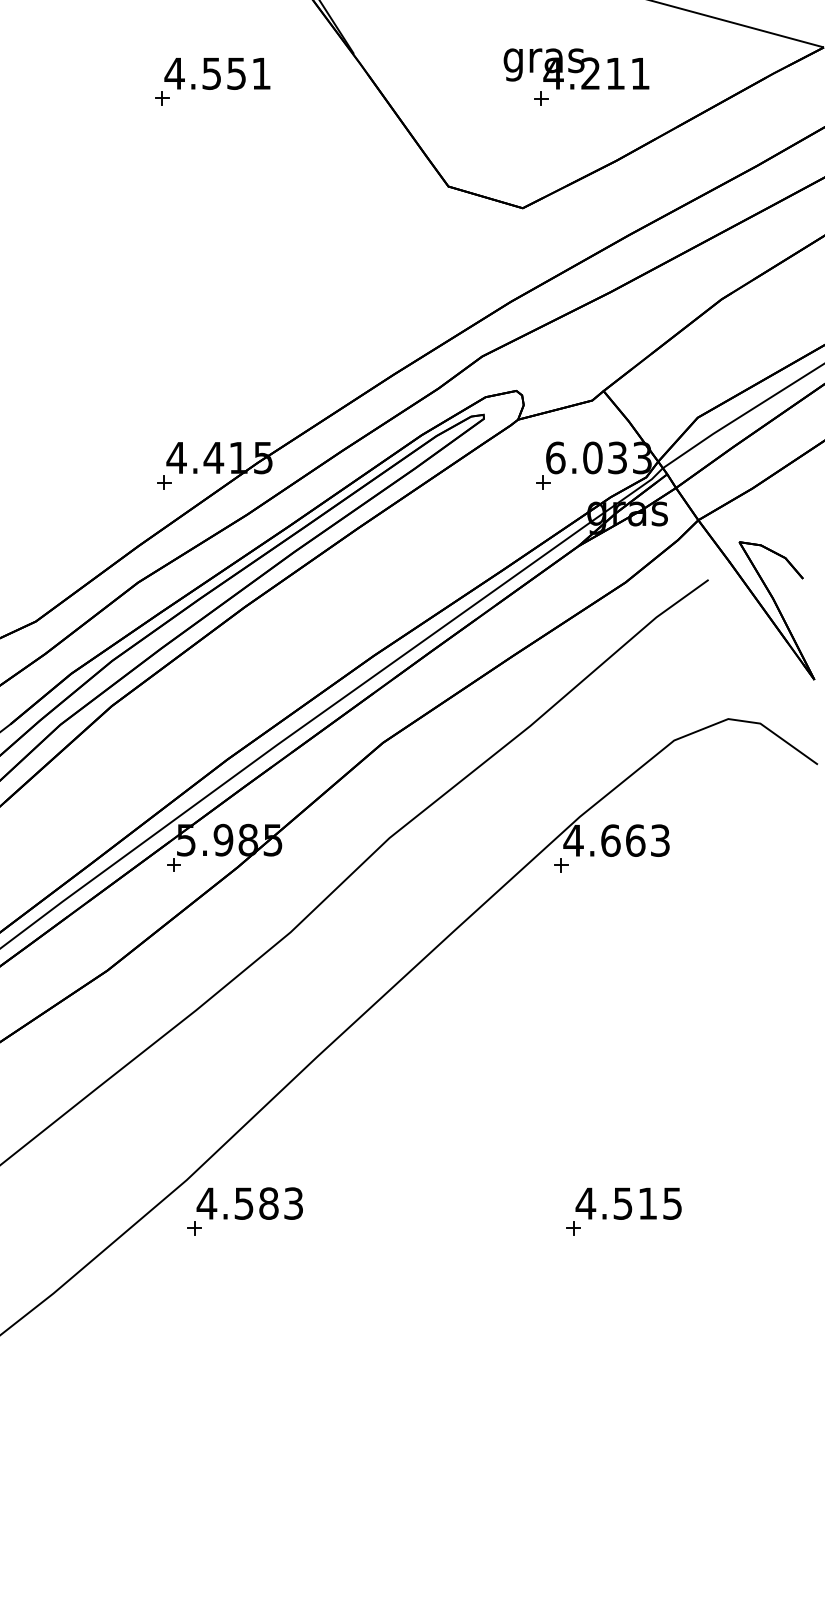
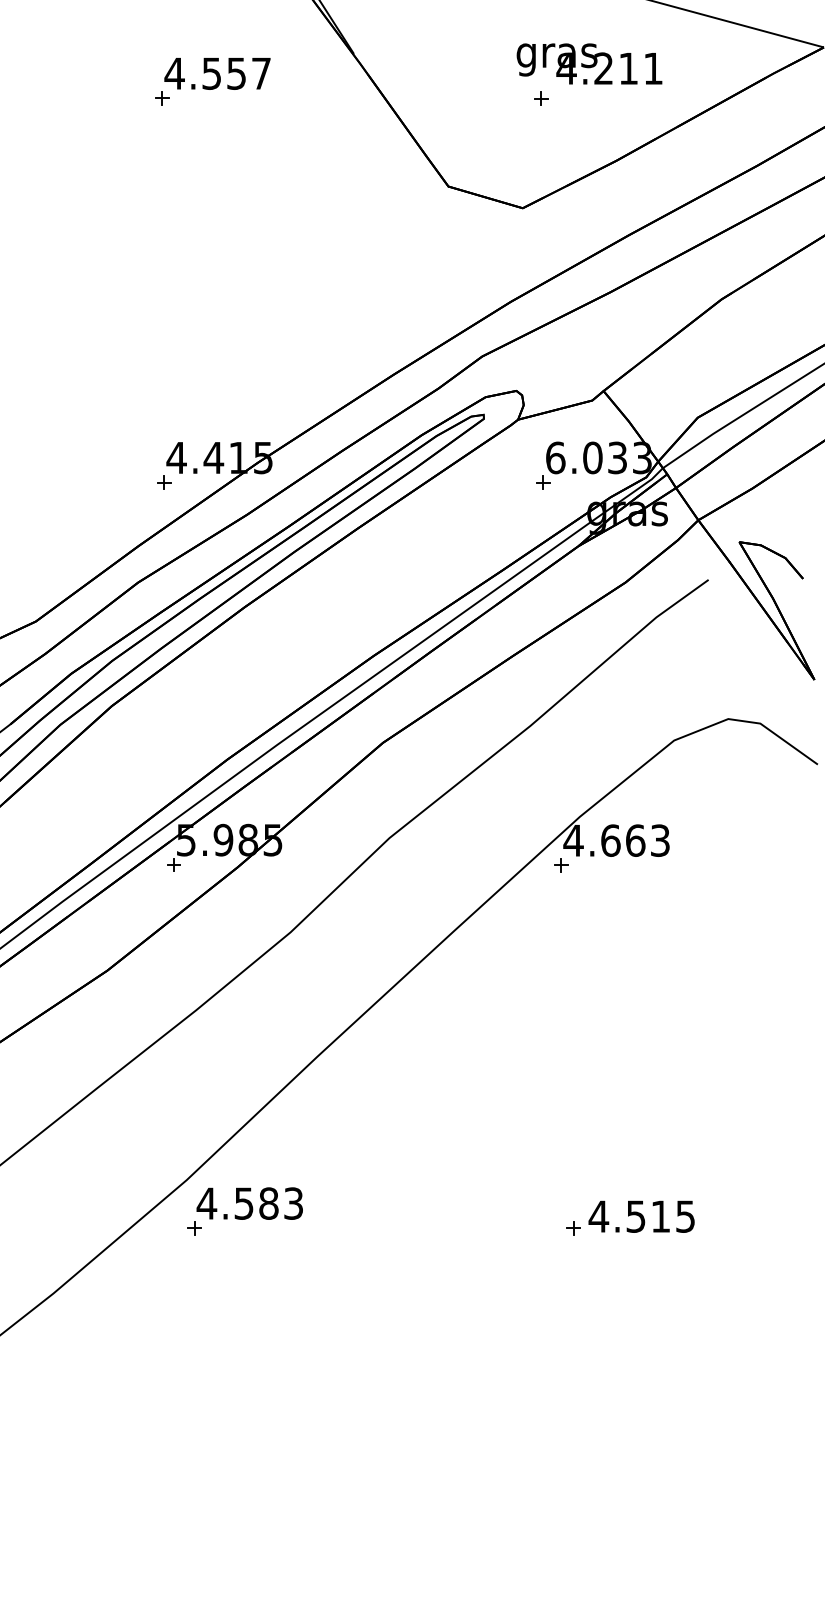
text at (576, 68) position: (576, 68) -> (589, 63)
text at (261, 73): 4.551 -> 4.557
text at (628, 1203) position: (628, 1203) -> (641, 1216)
